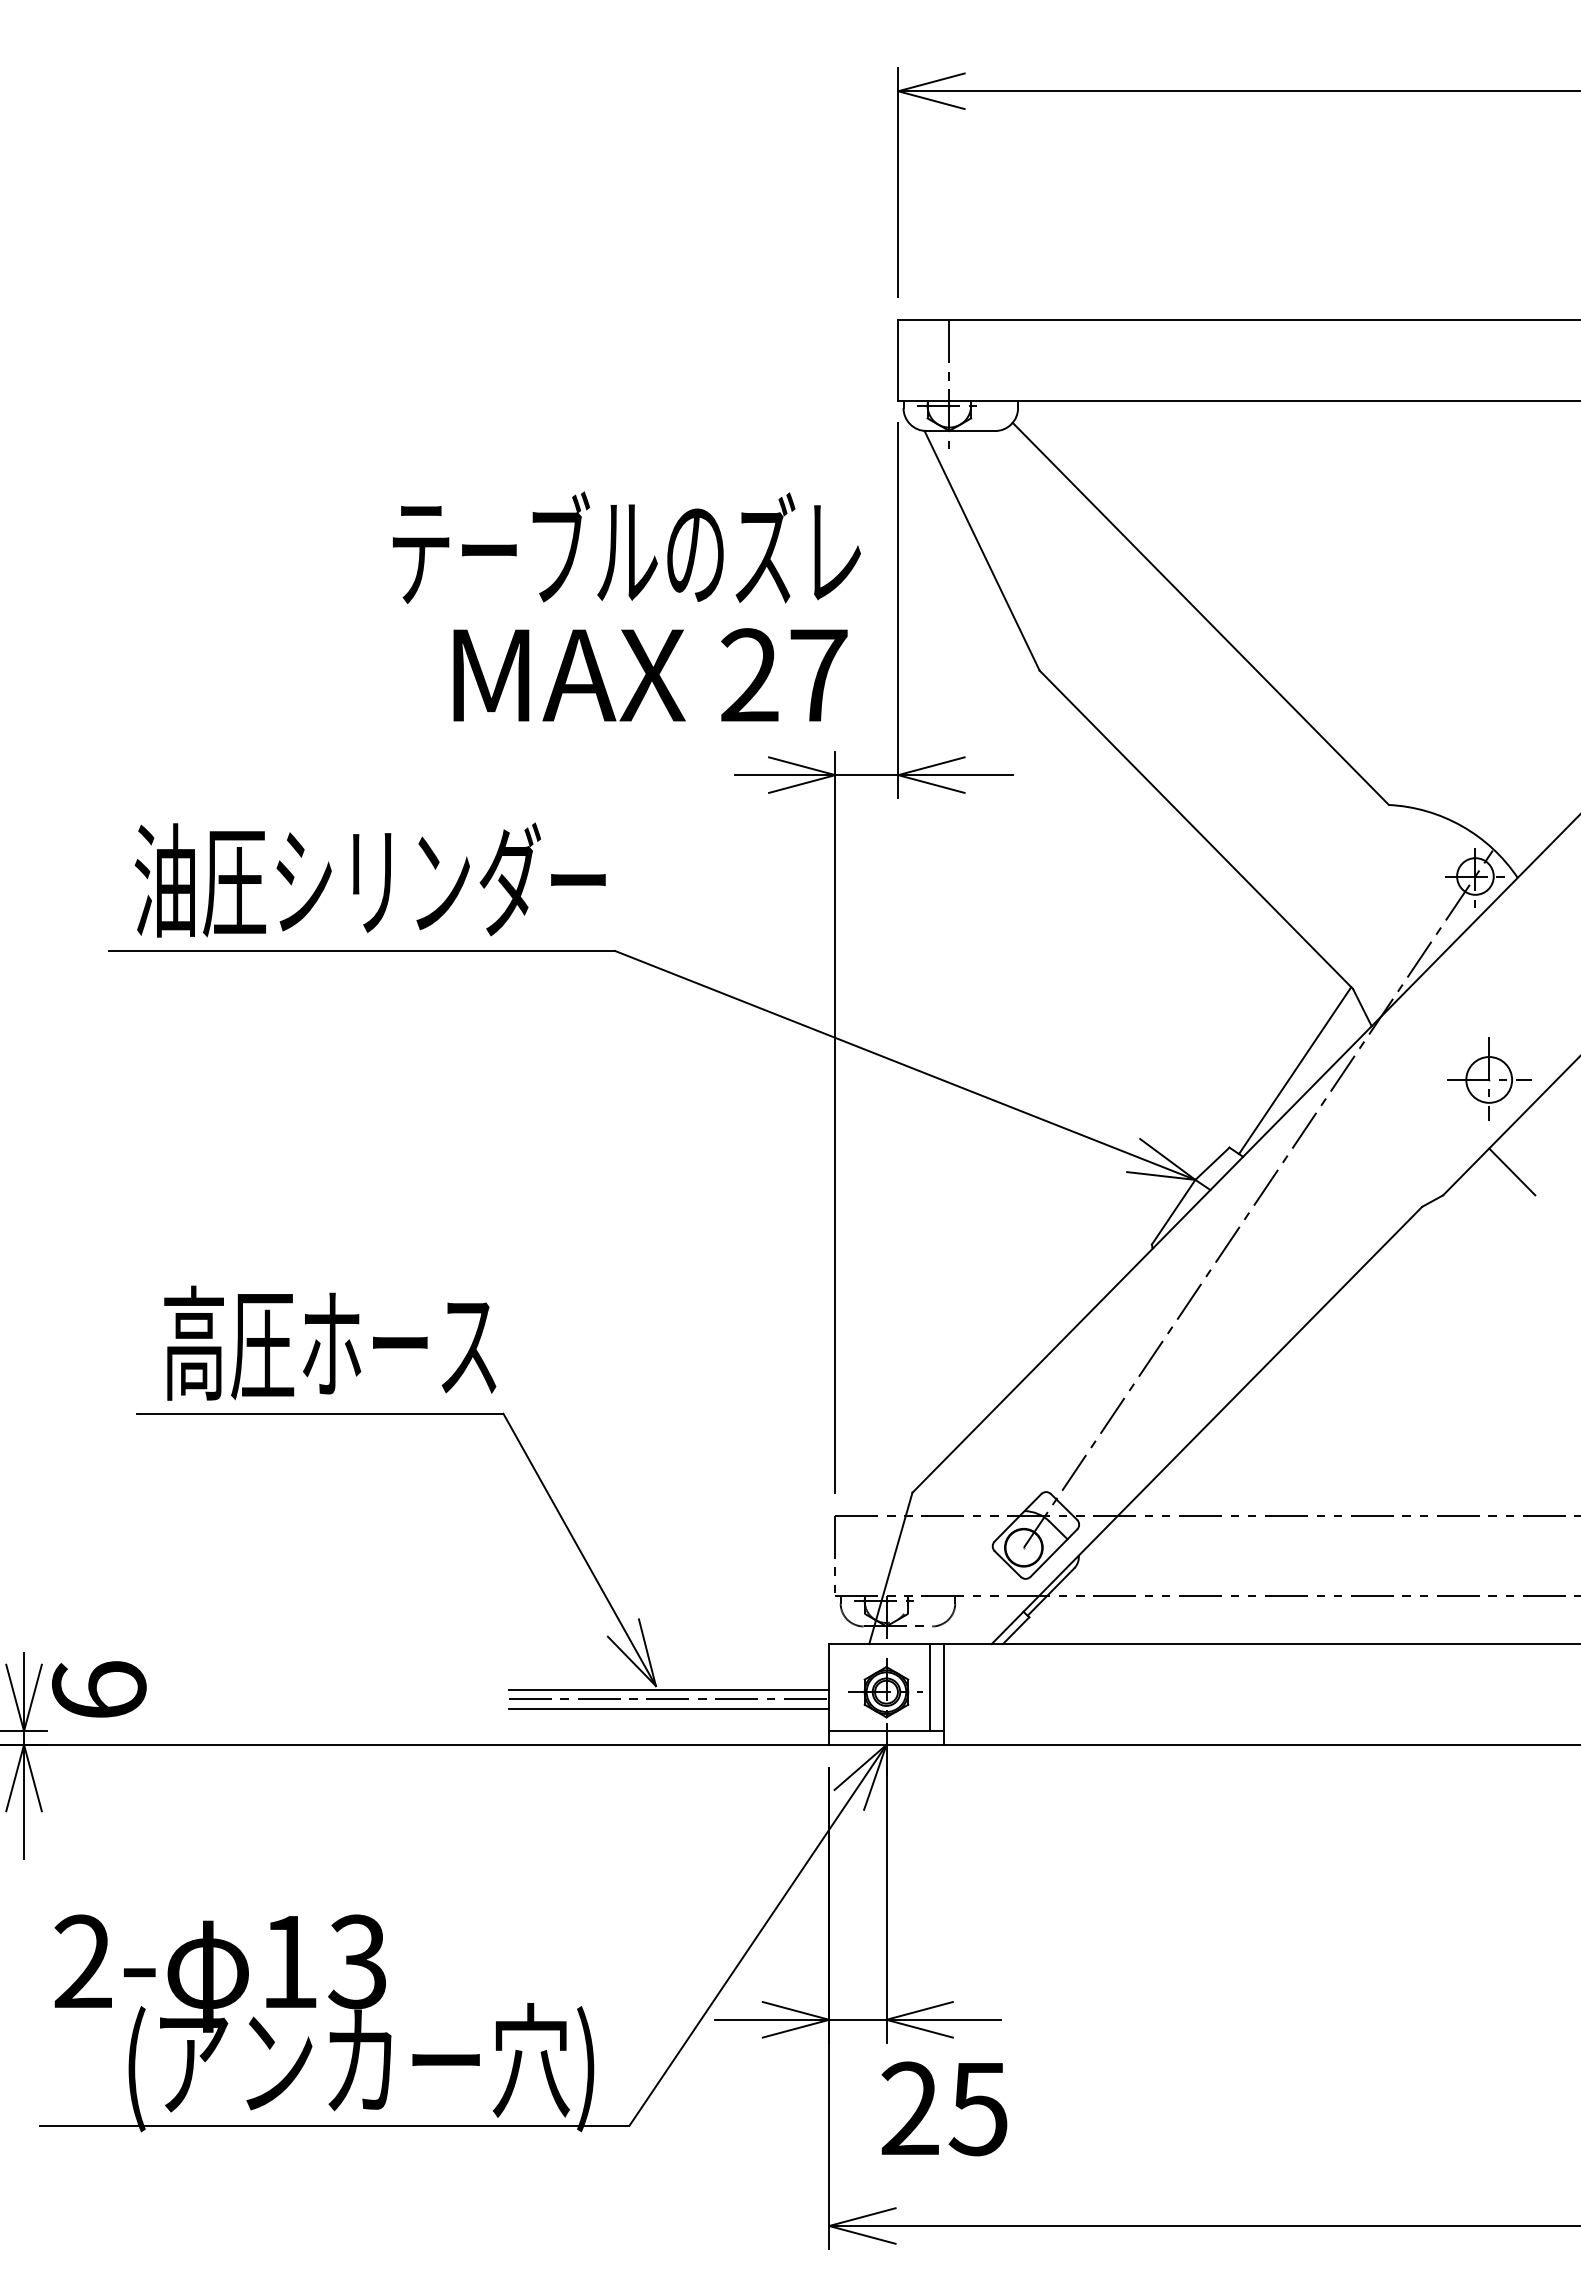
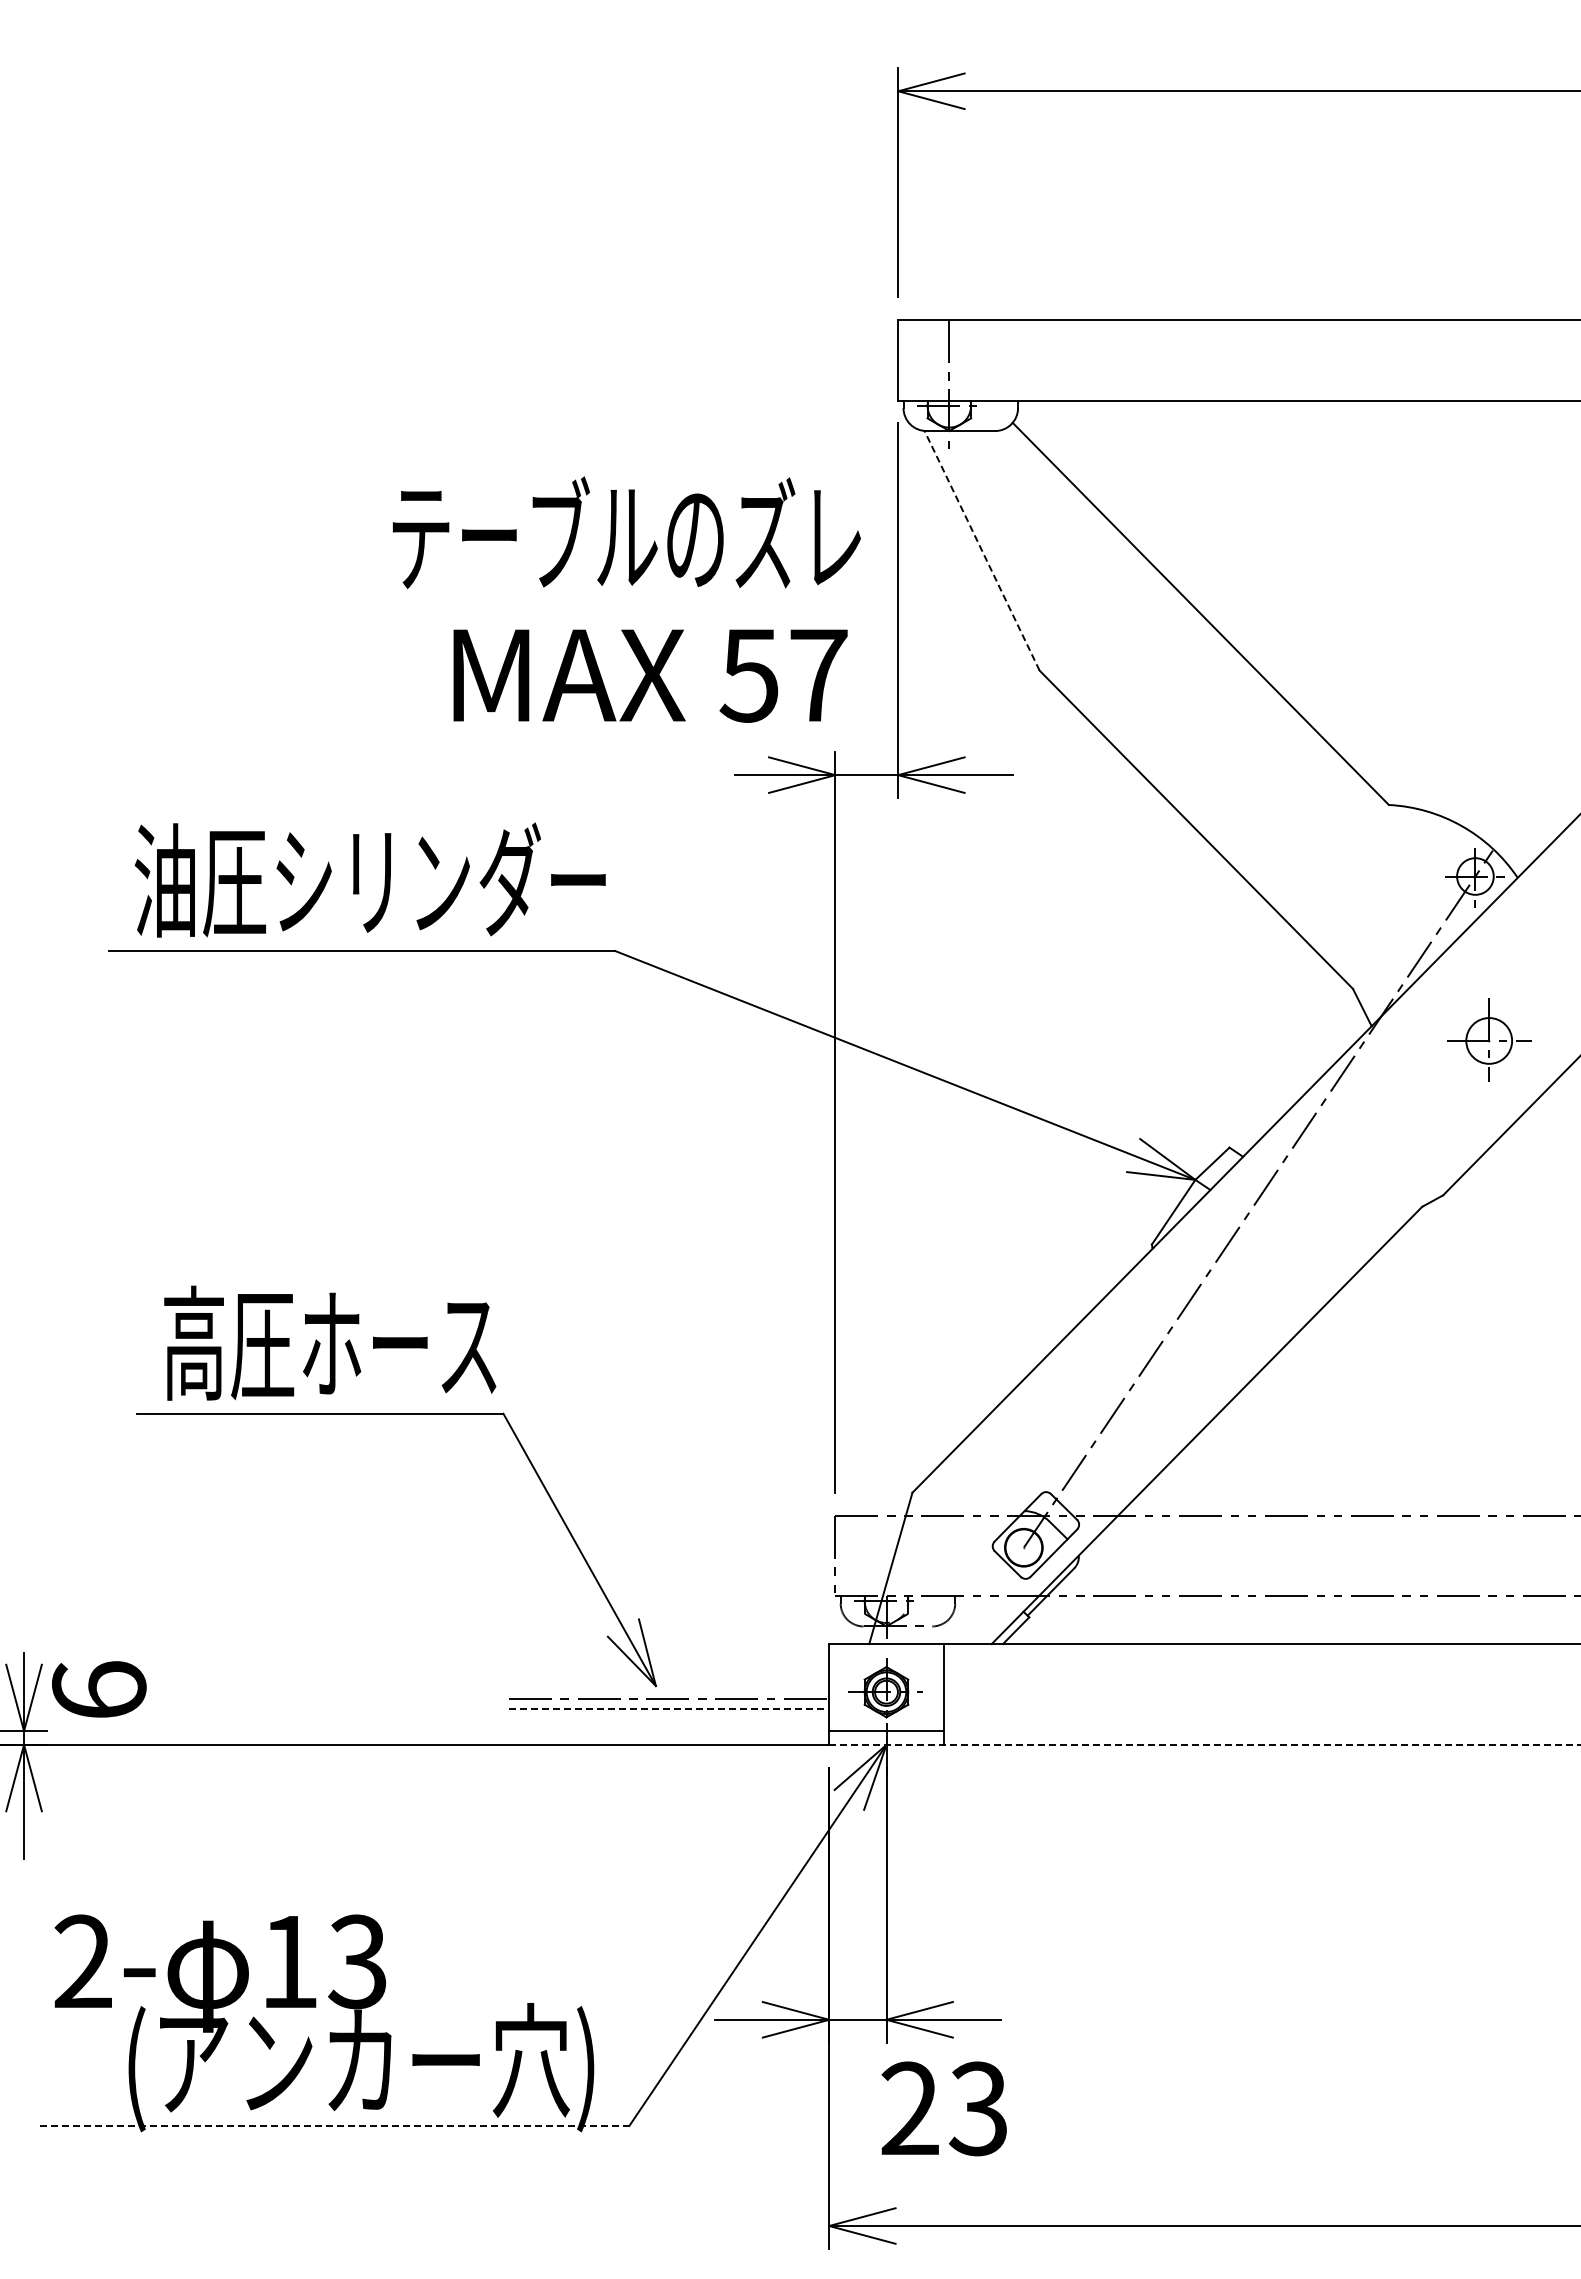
text at (626, 547) position: (626, 547) -> (626, 532)
line at (982, 550): solid -> dashed
text at (748, 675): 27 -> 57
line at (1295, 1070): present -> none
part at (1489, 1078) position: (1489, 1078) -> (1489, 1039)
line at (1512, 1171): present -> none
line at (930, 1687): present -> none
line at (668, 1689): present -> none
line at (669, 1708): solid -> dashed
line at (1205, 1744): solid -> dashed
text at (977, 2108): 25 -> 23
line at (334, 2125): solid -> dashed
